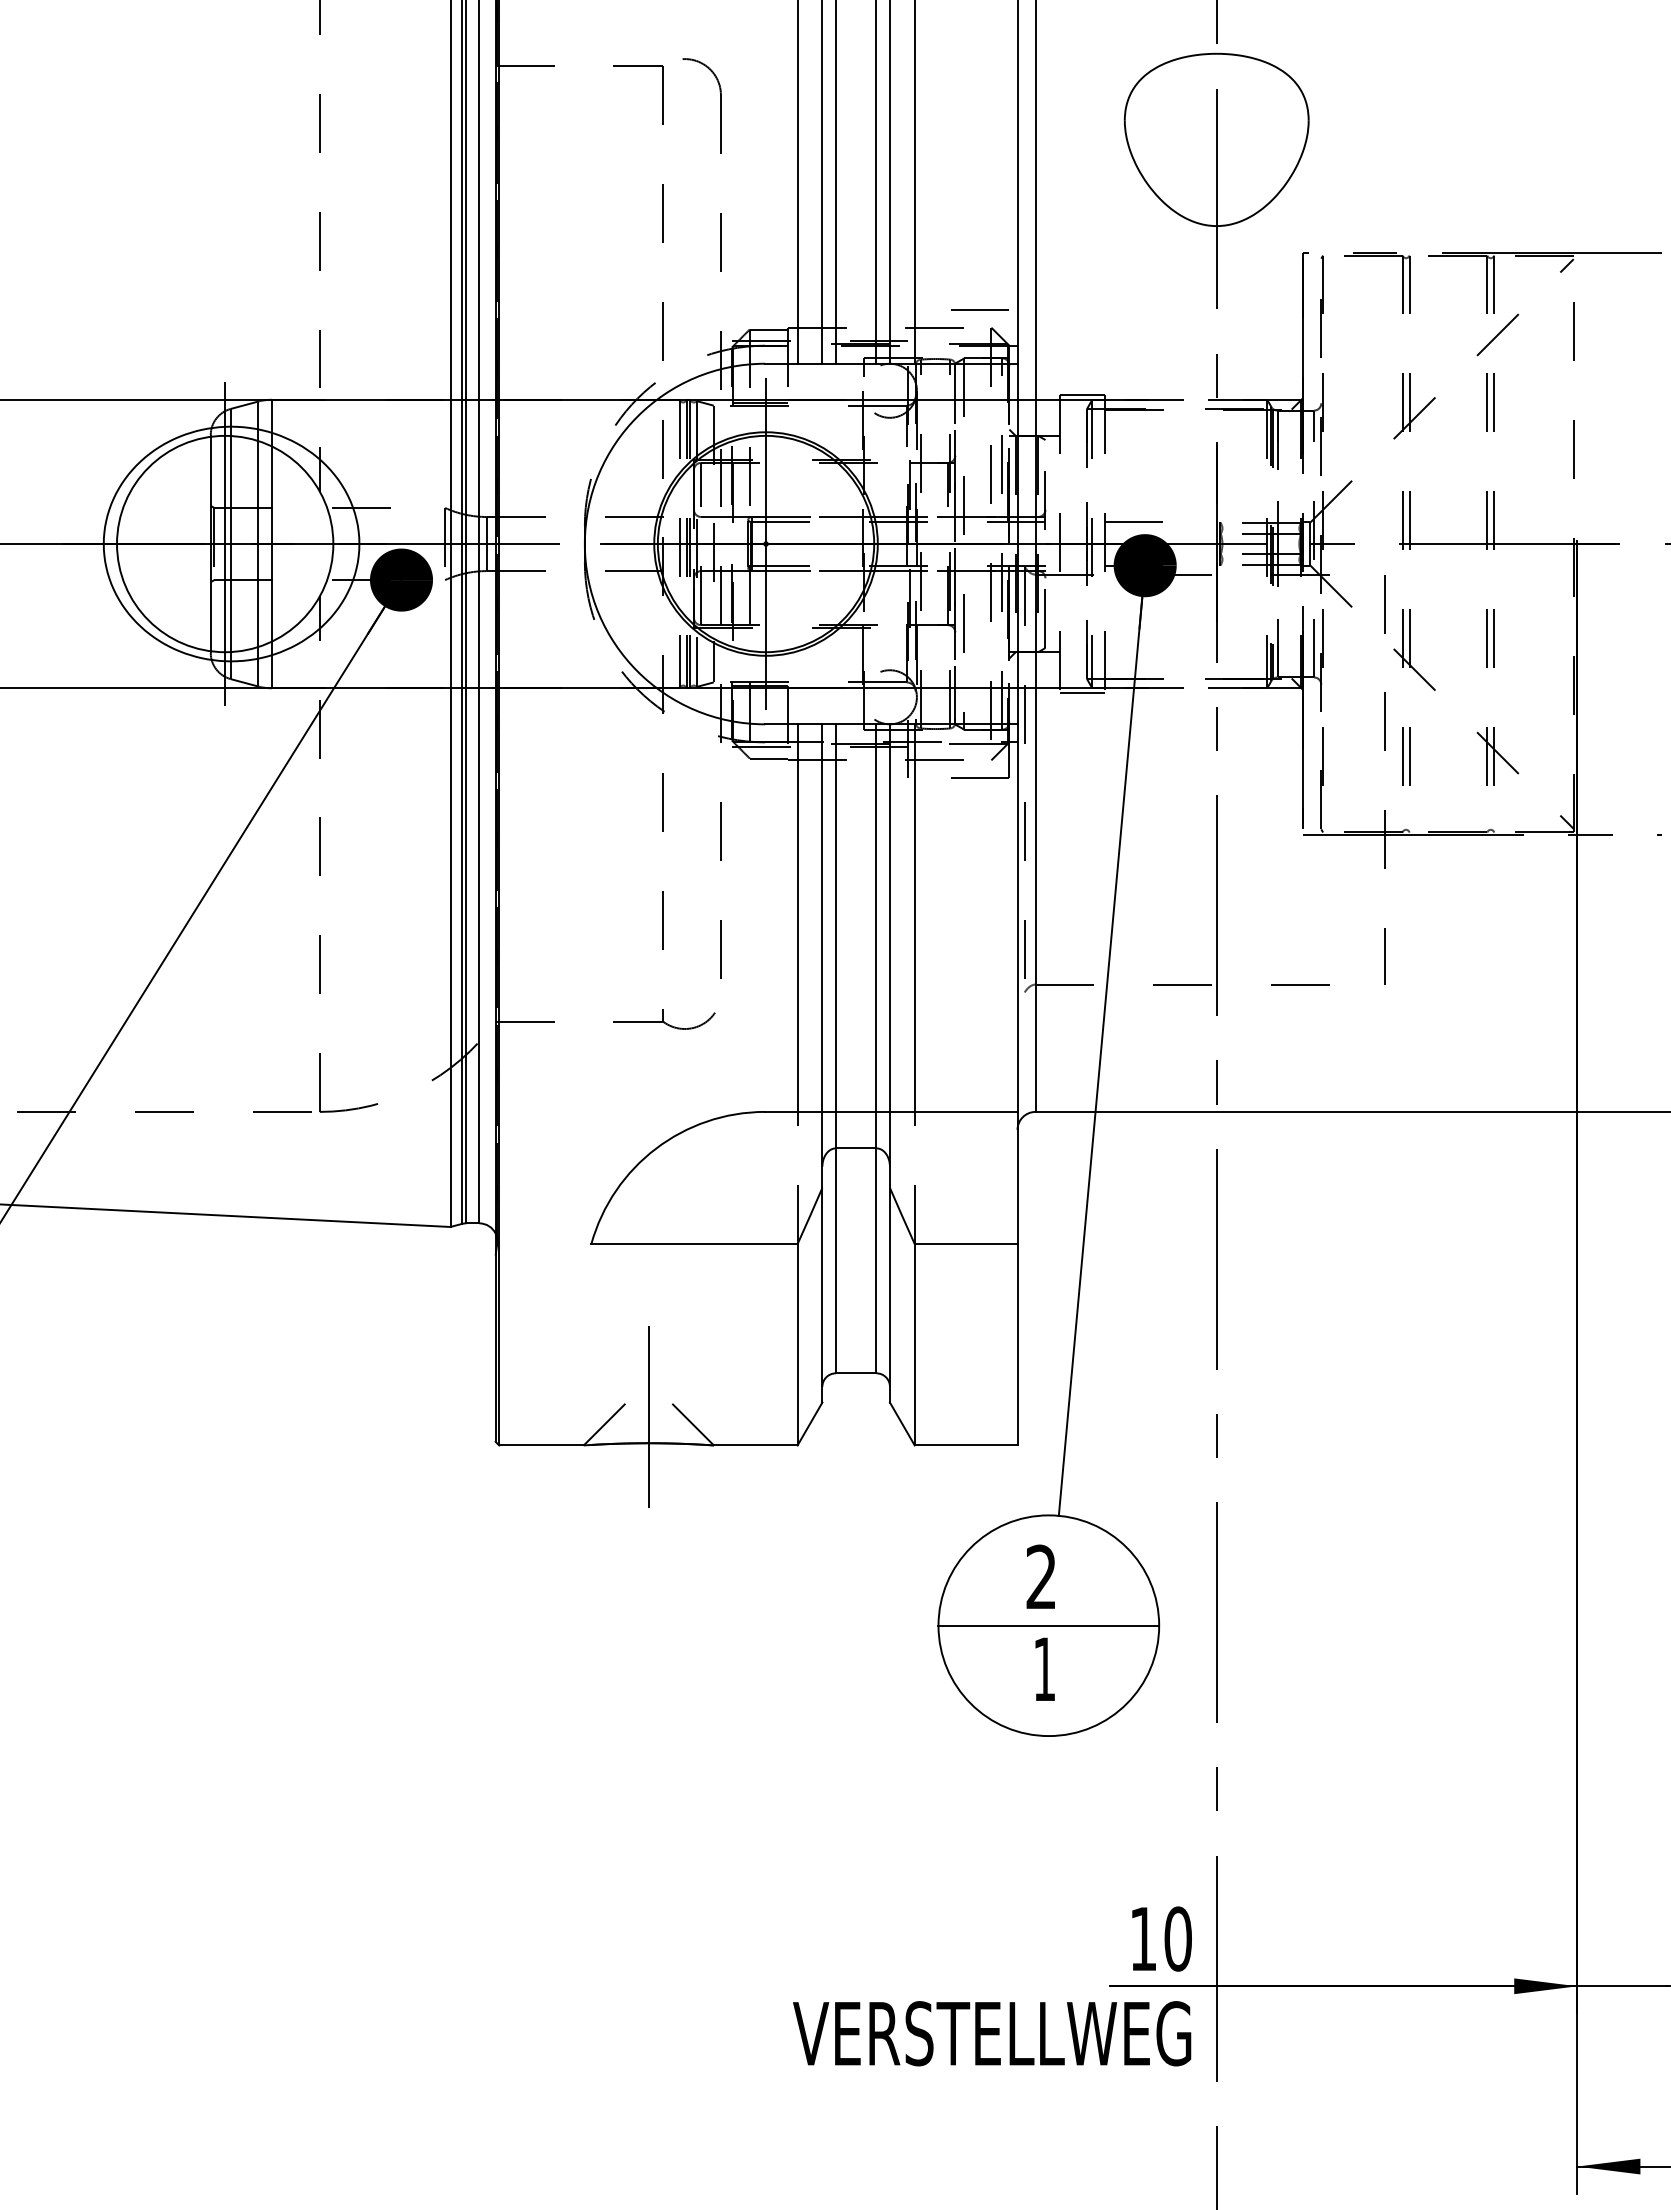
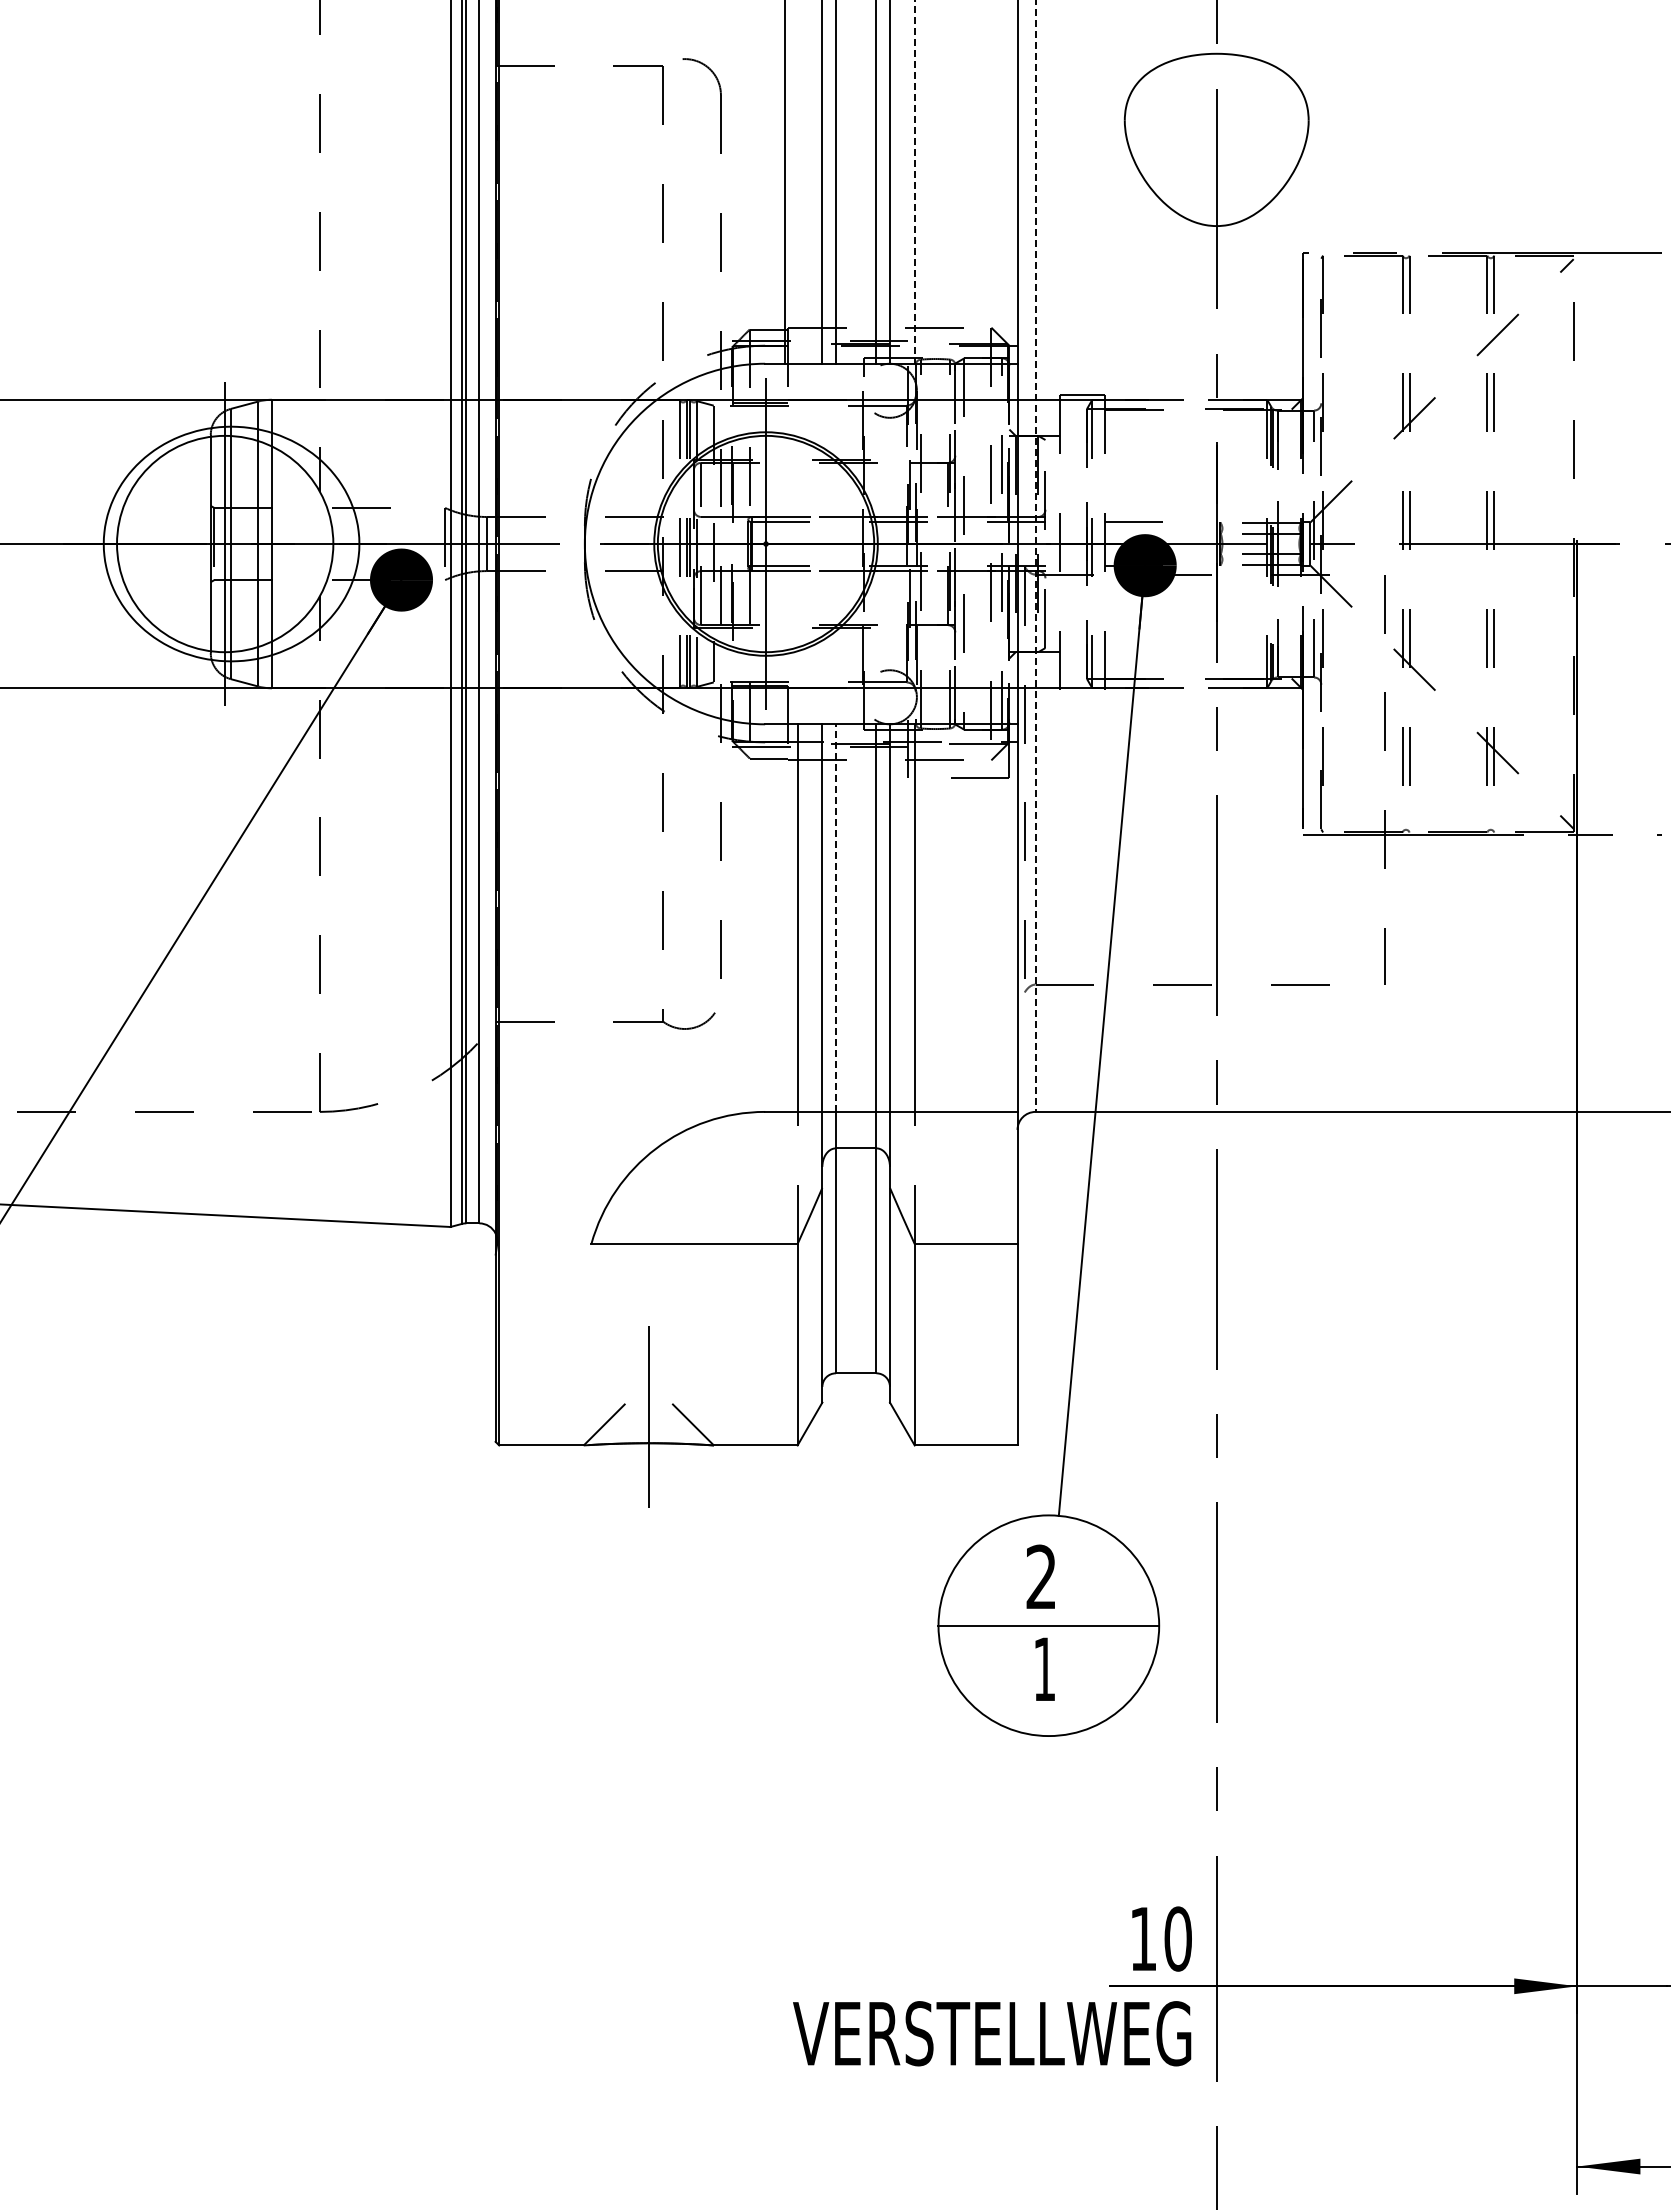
line at (914, 181): solid -> dashed
line at (797, 182) position: (797, 182) -> (784, 182)
line at (979, 309): present -> none
line at (1035, 556): solid -> dashed
line at (1081, 692): present -> none
line at (835, 918): solid -> dashed
